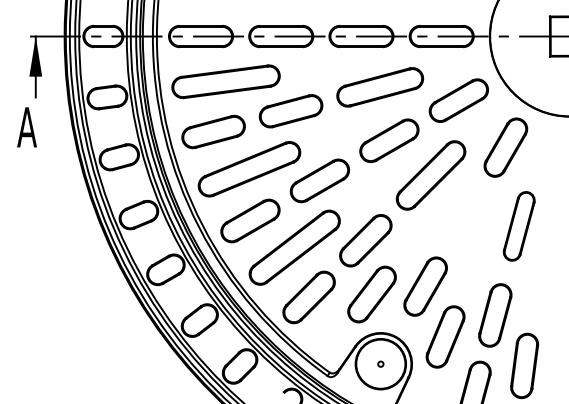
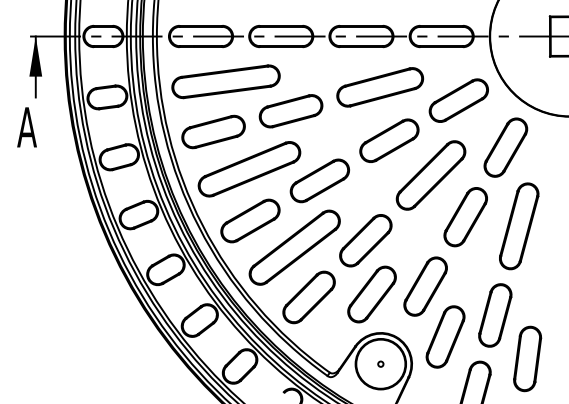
part at (465, 217): none -> present
part at (518, 226) size: 34x71 px -> 41x89 px
part at (524, 365) position: (524, 365) -> (527, 358)
